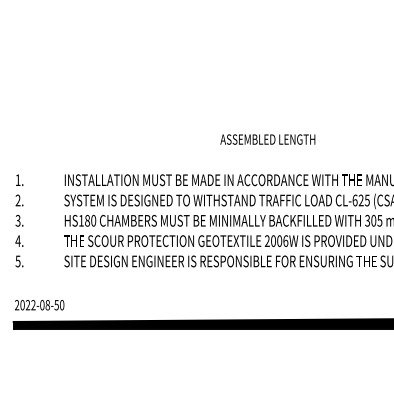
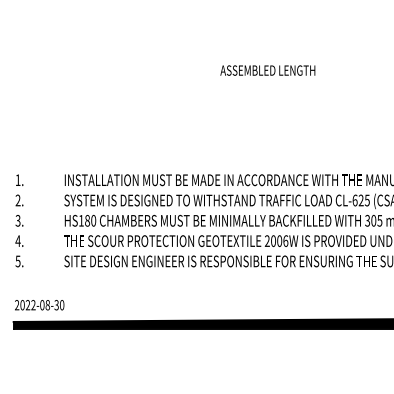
text at (267, 139) position: (267, 139) -> (267, 70)
text at (56, 304): 2022-08-50 -> 2022-08-30
